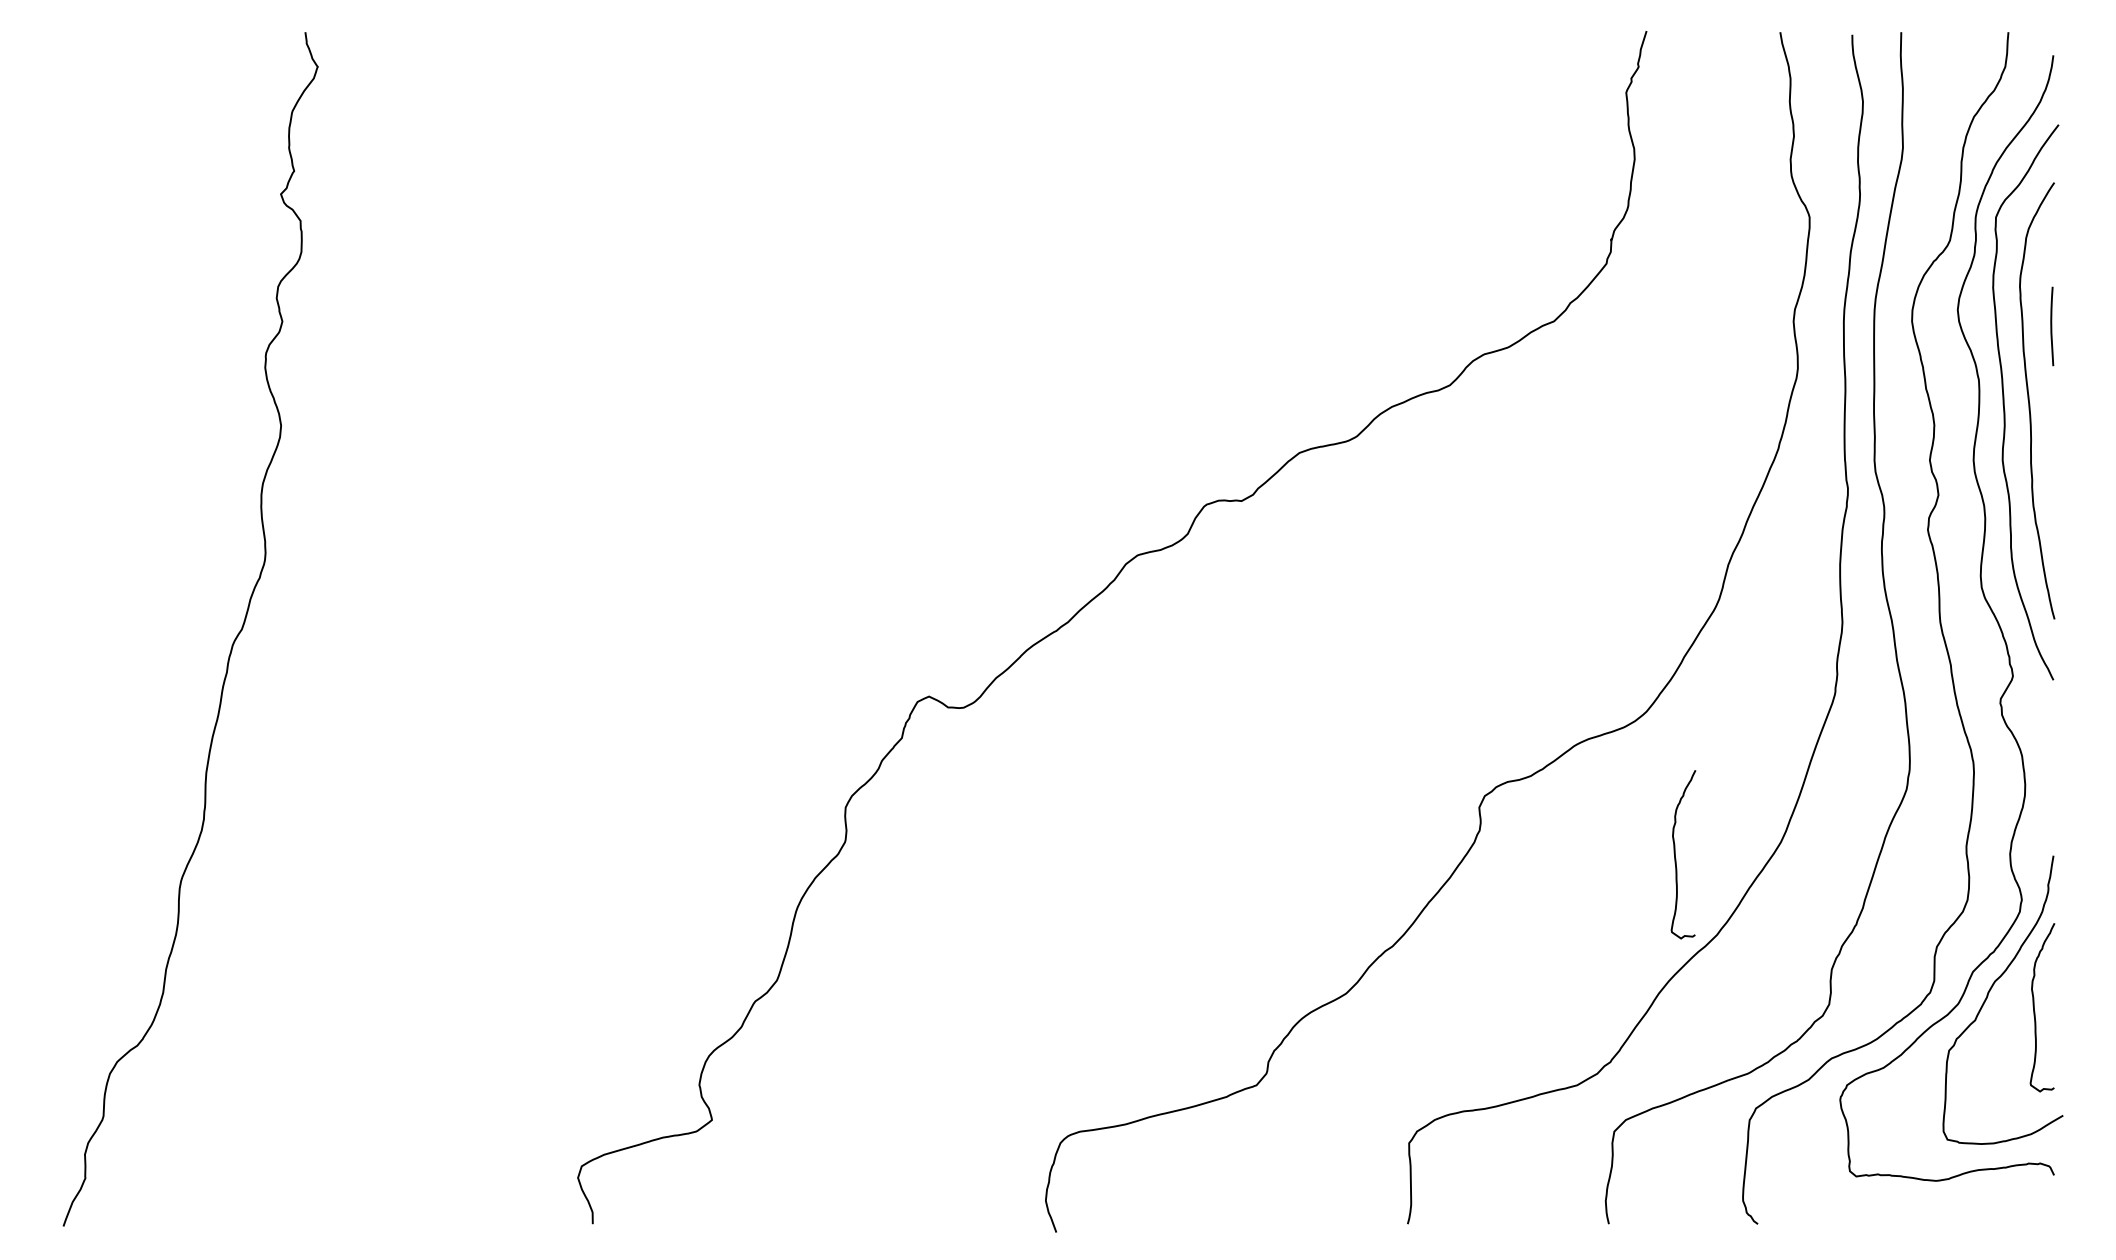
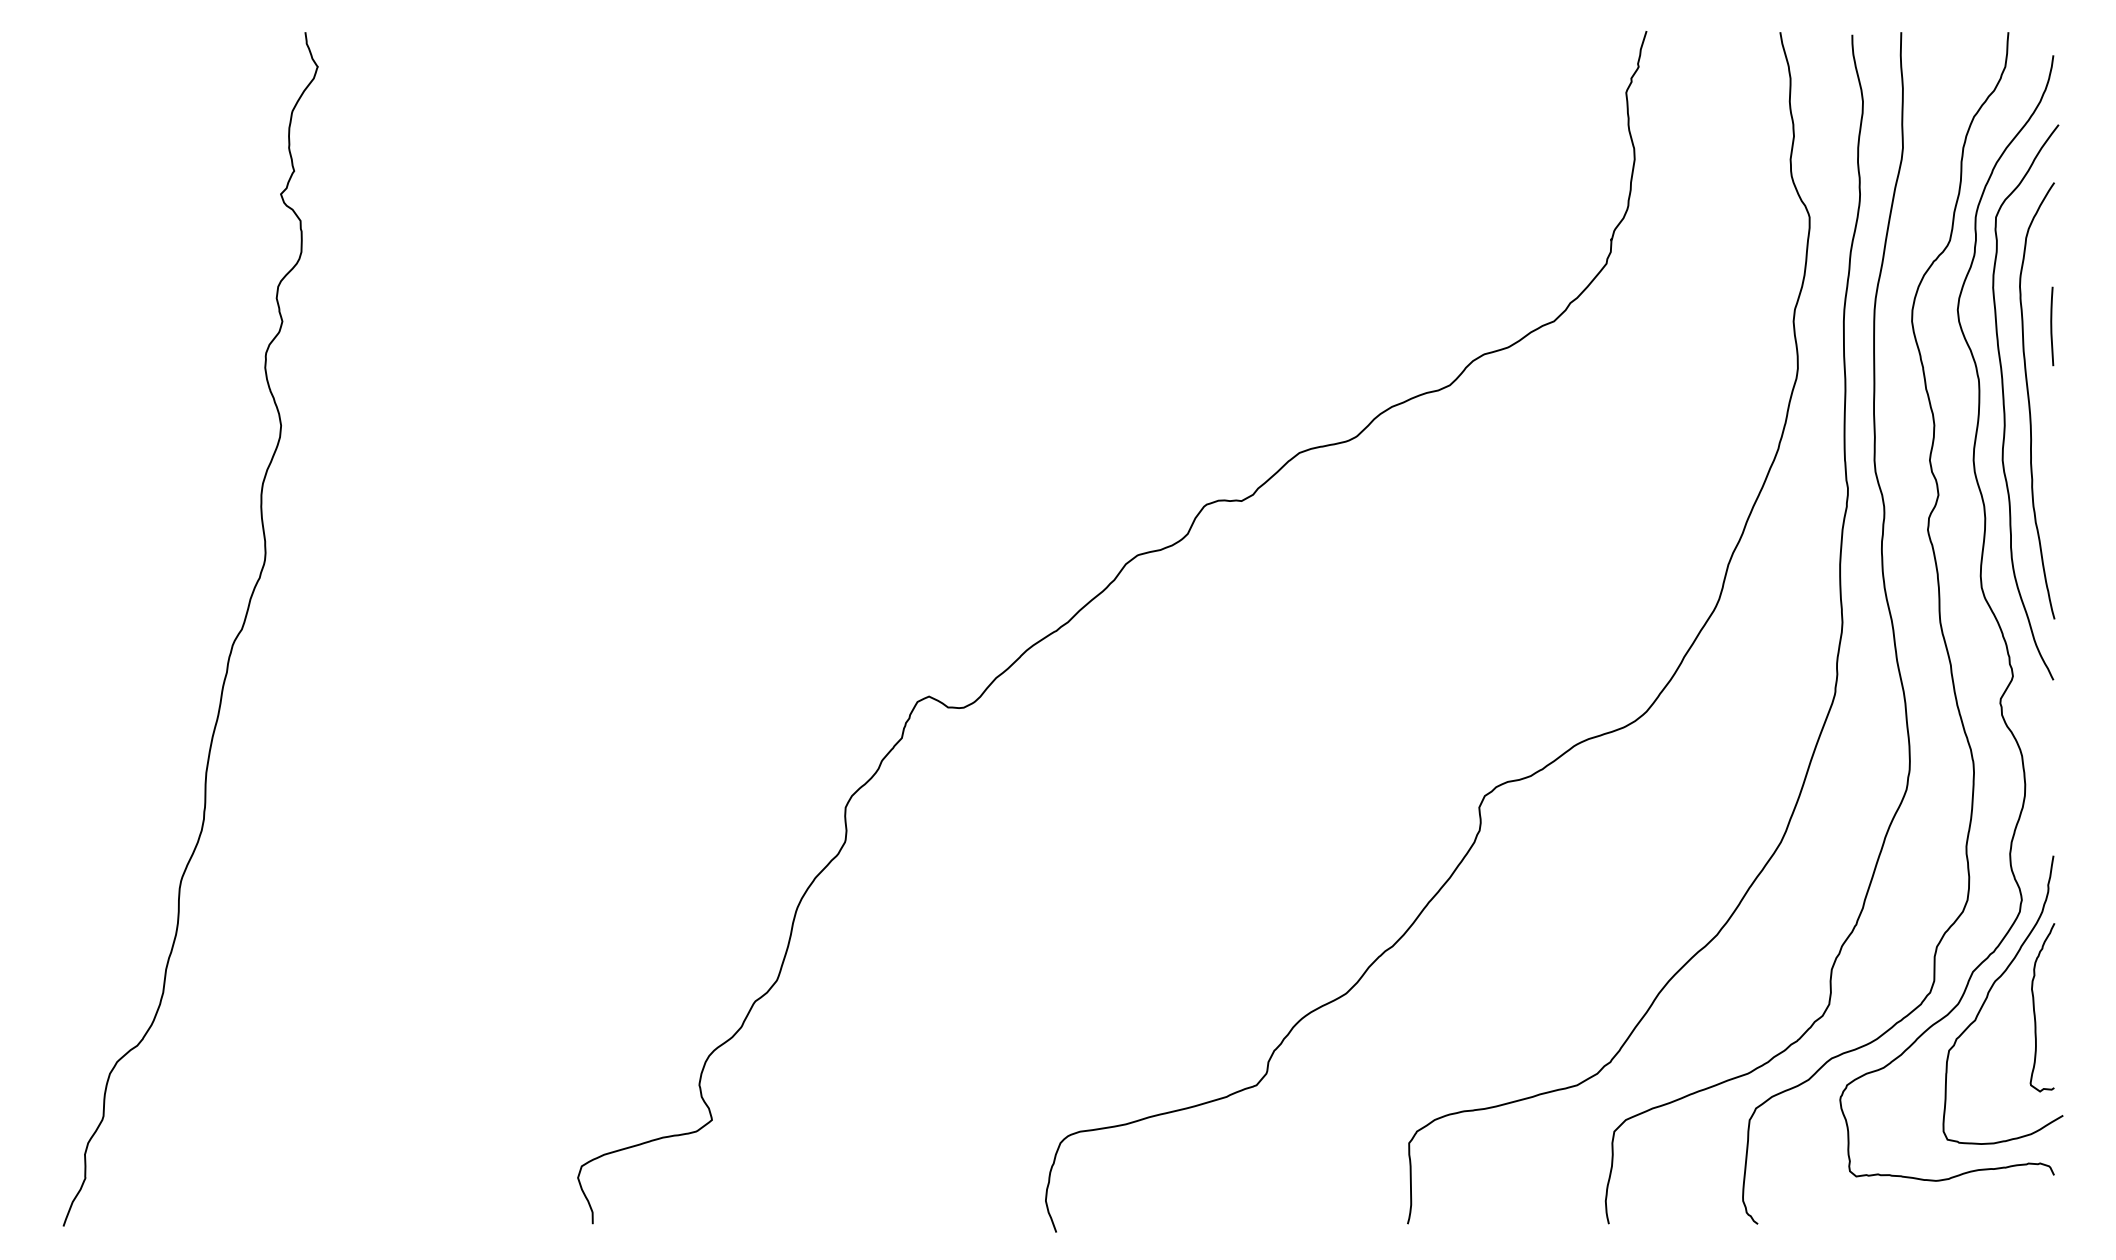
curve at (1675, 854): present -> none
